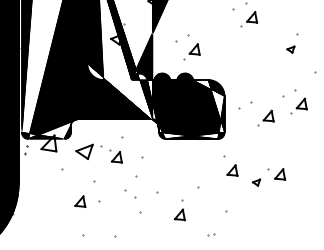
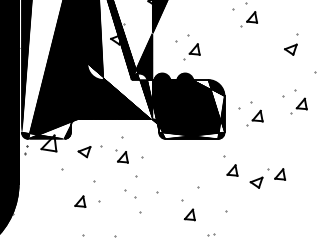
part at (290, 49) size: 10x9 px -> 14x13 px
part at (265, 117) position: (265, 117) -> (254, 117)
part at (84, 151) size: 19x17 px -> 15x13 px
part at (115, 156) position: (115, 156) -> (121, 156)
part at (256, 182) size: 10x9 px -> 15x13 px
part at (179, 214) position: (179, 214) -> (189, 214)
